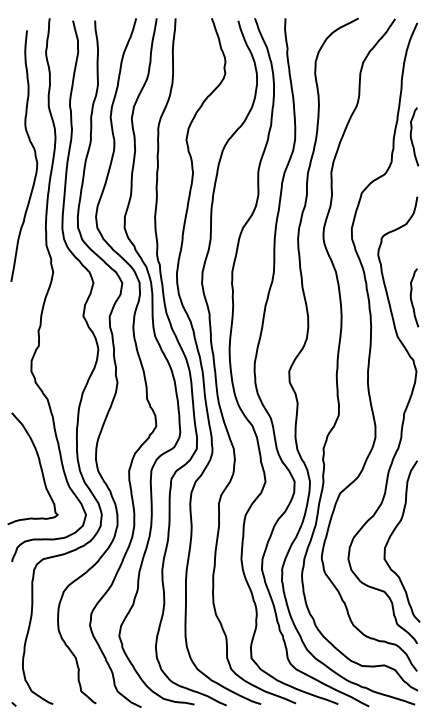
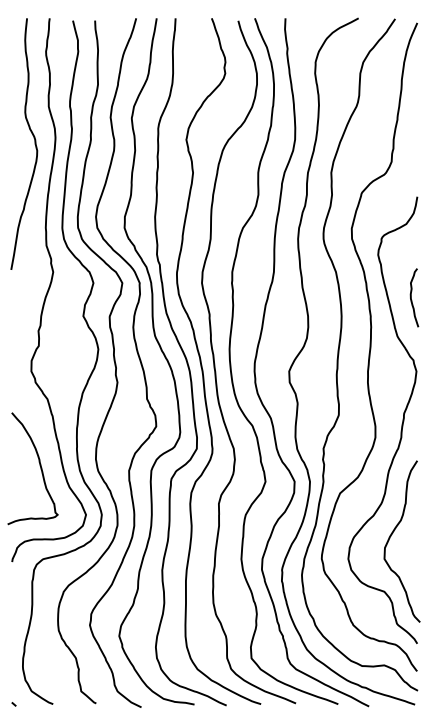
curve at (411, 136): present -> none
curve at (34, 155) position: (34, 155) -> (34, 143)
